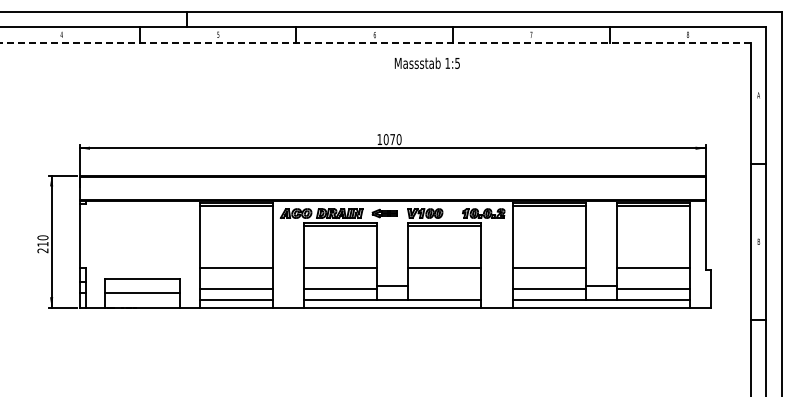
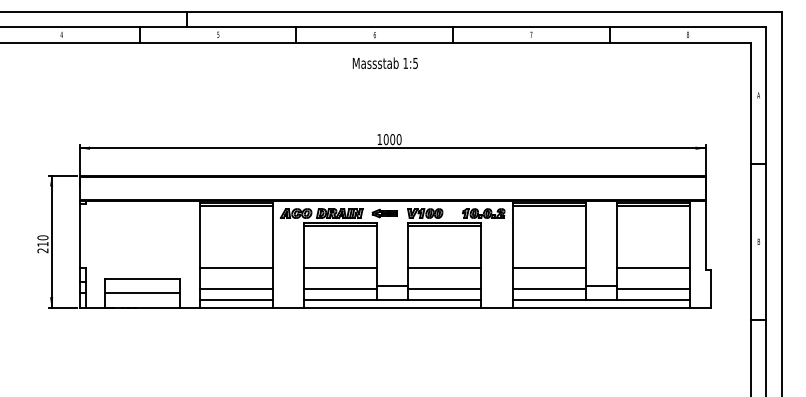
line at (374, 43): dashed -> solid
text at (426, 62) position: (426, 62) -> (384, 62)
text at (392, 139): 1070 -> 1000
line at (444, 288): none -> present
